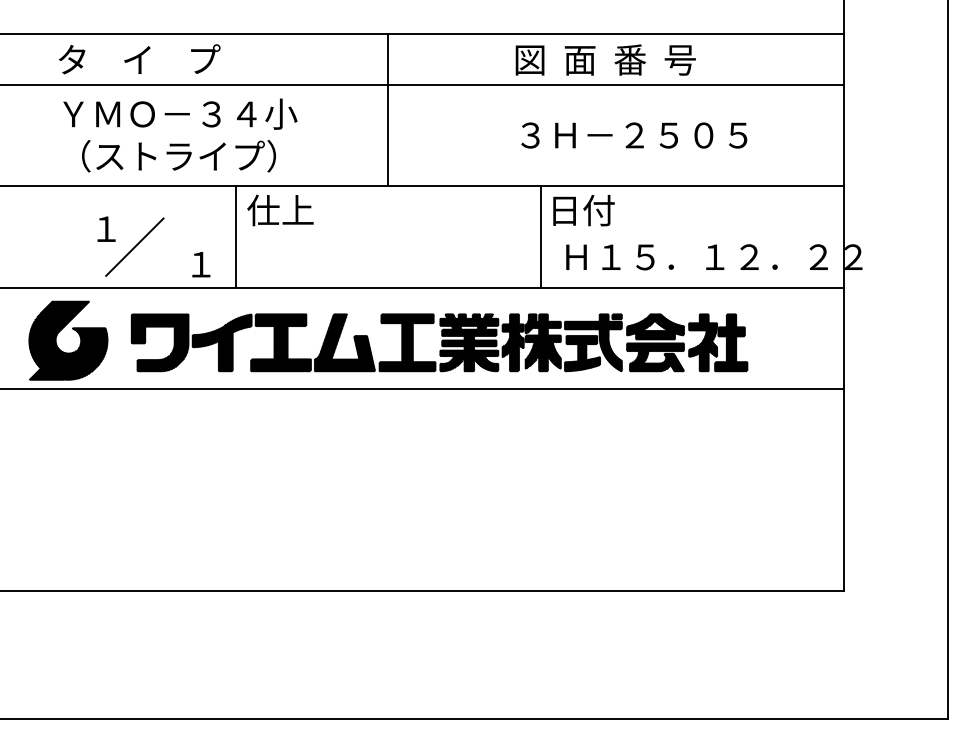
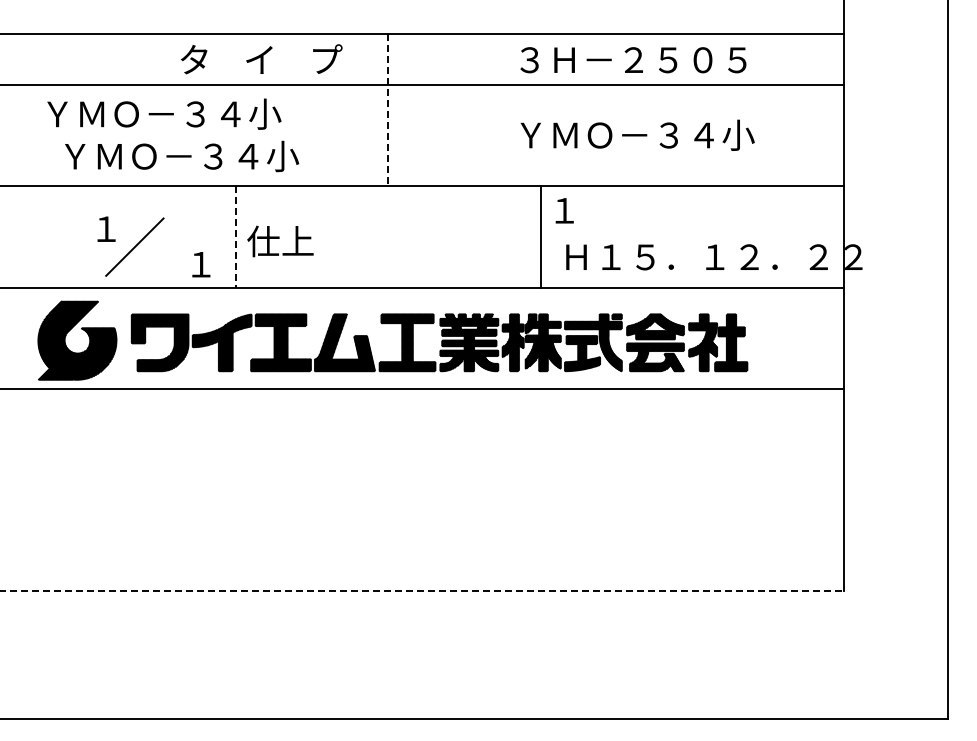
text at (139, 59) position: (139, 59) -> (261, 59)
text at (630, 59): 図  面  番  号 -> ３Ｈ－２５０５
line at (388, 110): solid -> dashed
text at (180, 113) position: (180, 113) -> (164, 113)
text at (637, 134): ３Ｈ－２５０５ -> ＹＭＯ－３４小
text at (182, 156): （ストライプ） -> ＹＭＯ－３４小
text at (280, 210) position: (280, 210) -> (280, 241)
text at (583, 210): 日付 -> １
line at (236, 237): solid -> dashed
part at (75, 331) position: (75, 331) -> (84, 331)
line at (422, 590): solid -> dashed
